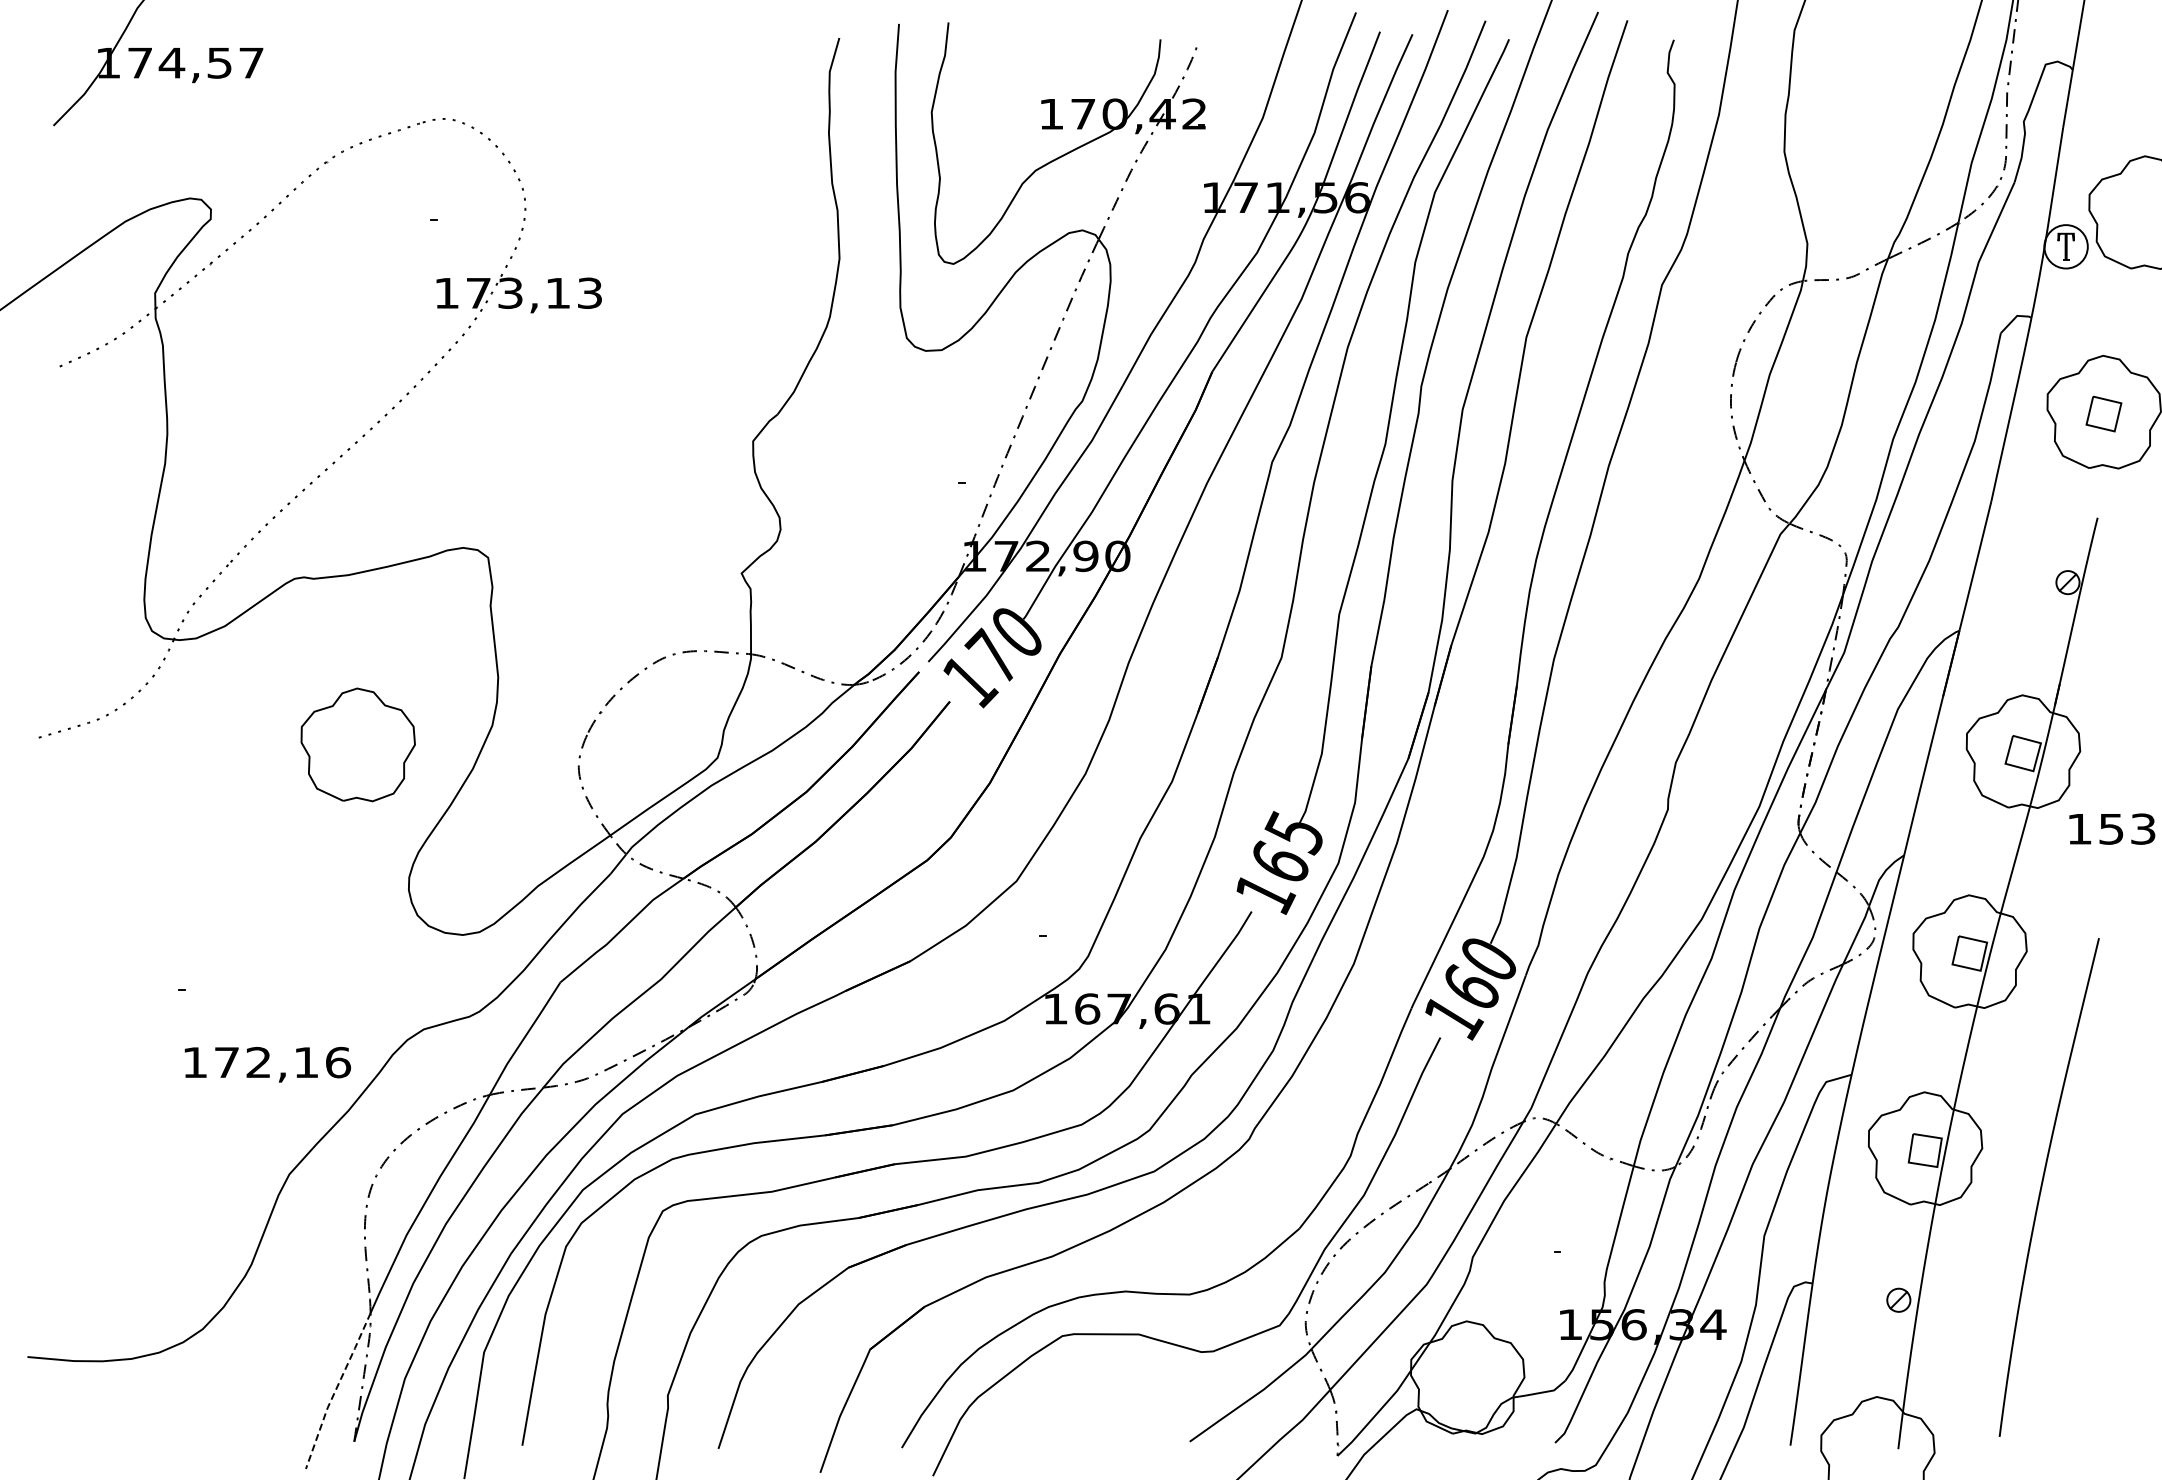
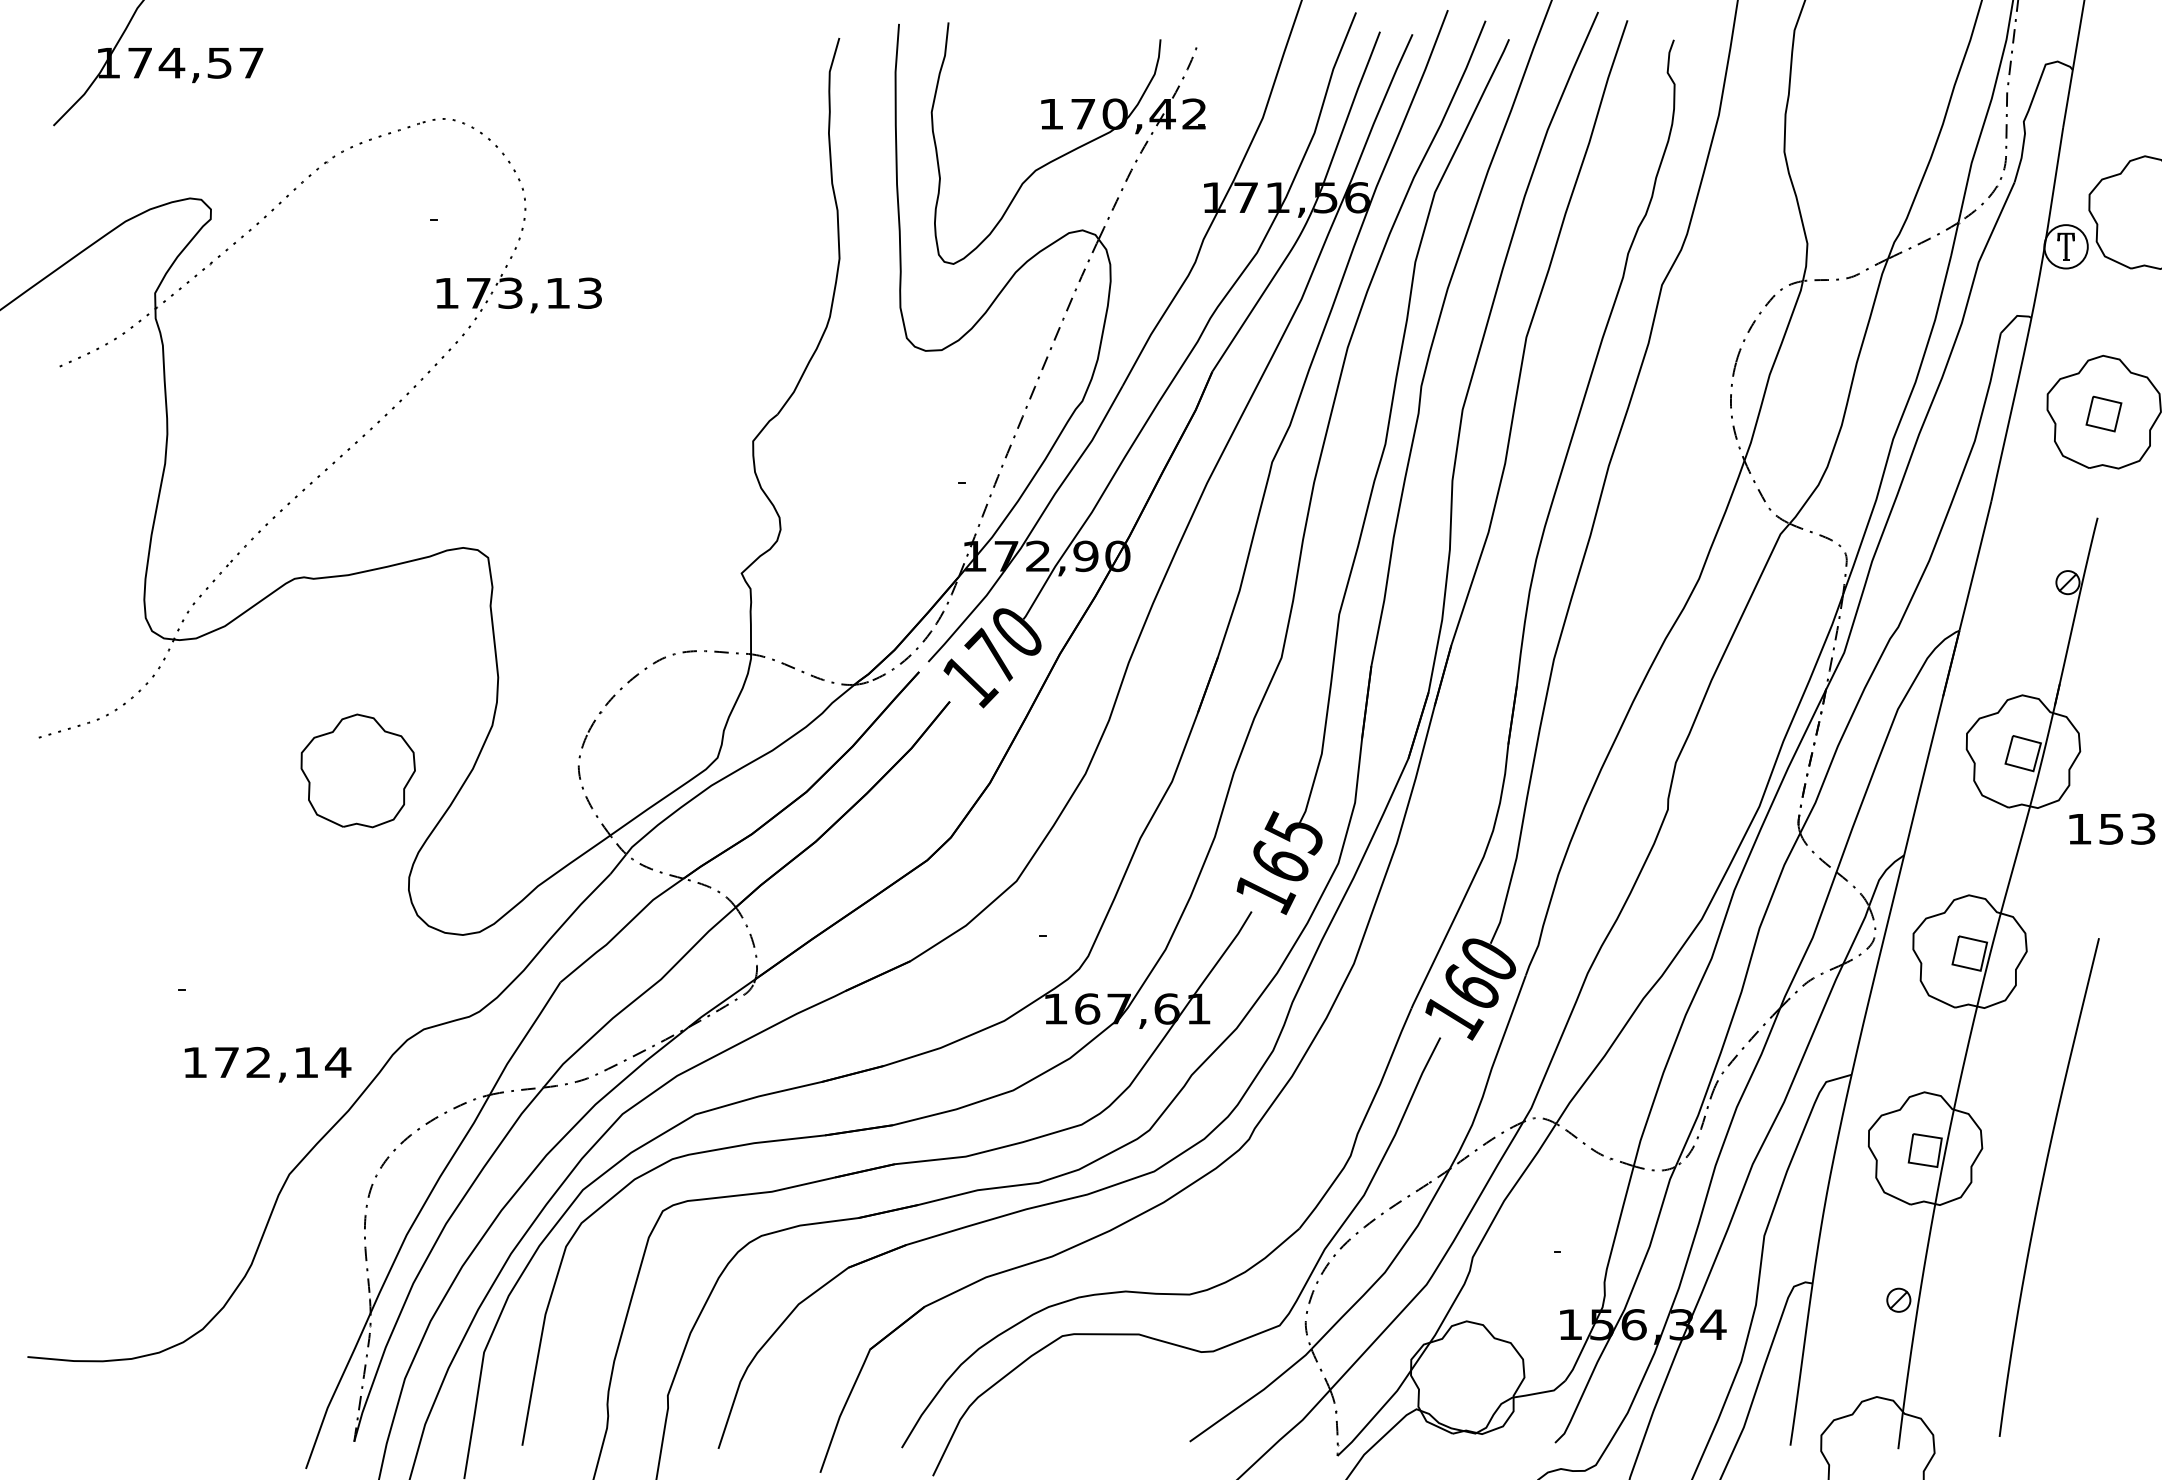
part at (357, 744) position: (357, 744) -> (357, 770)
text at (338, 1062): 172,16 -> 172,14
line at (335, 1389): dashed -> solid
